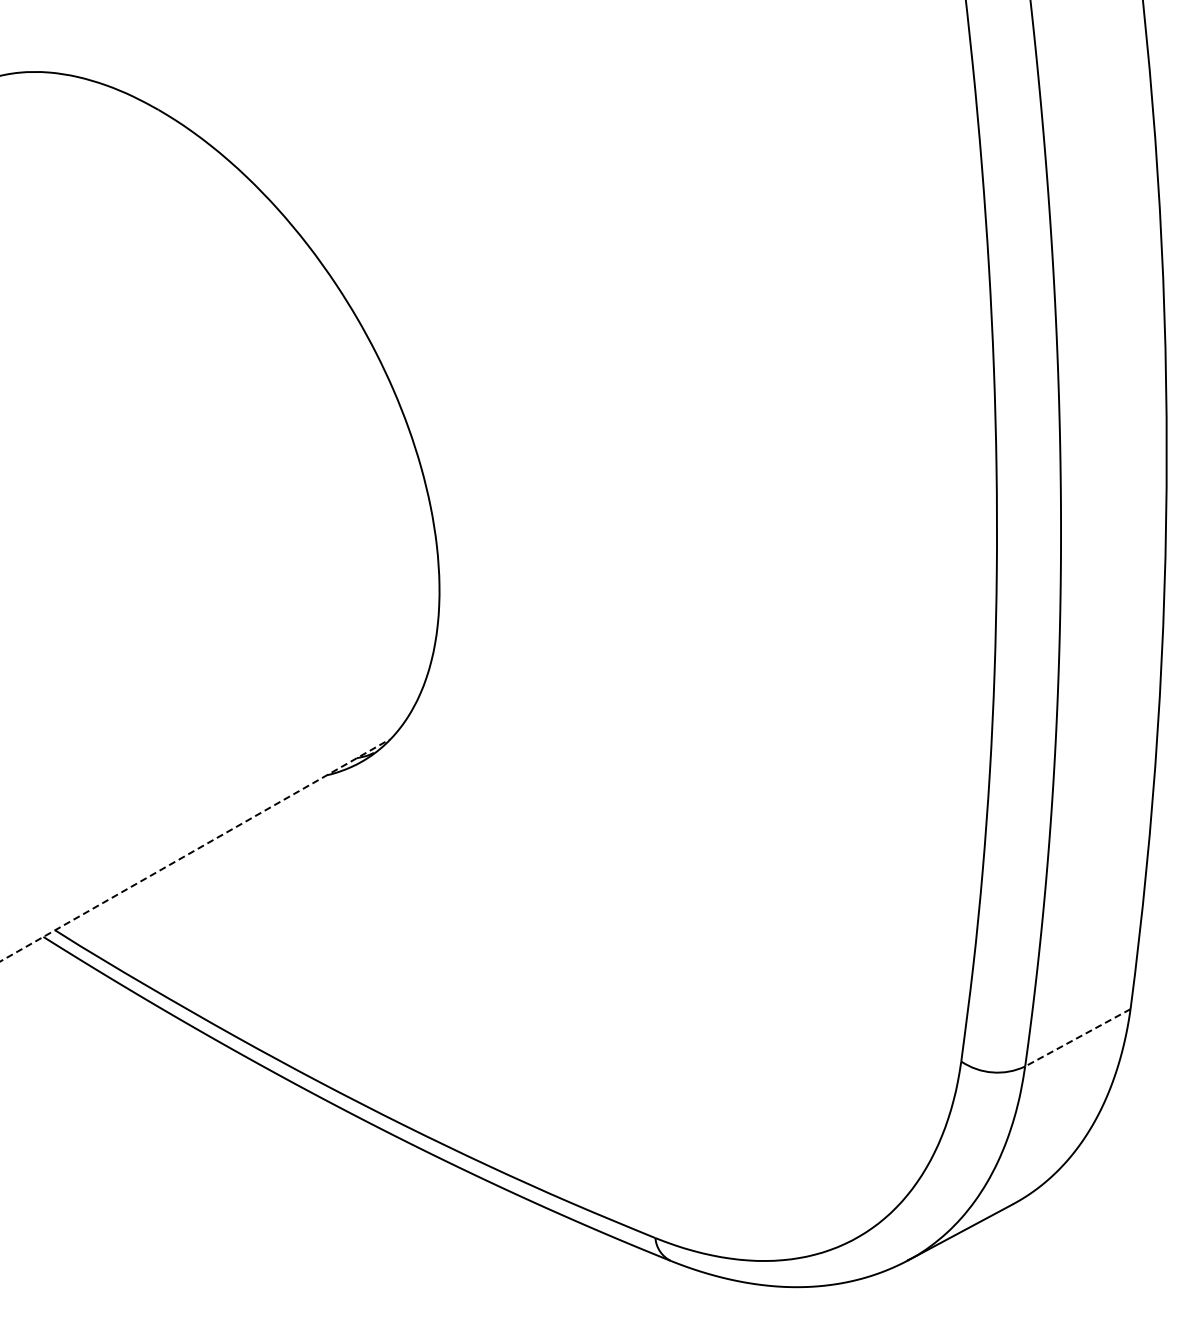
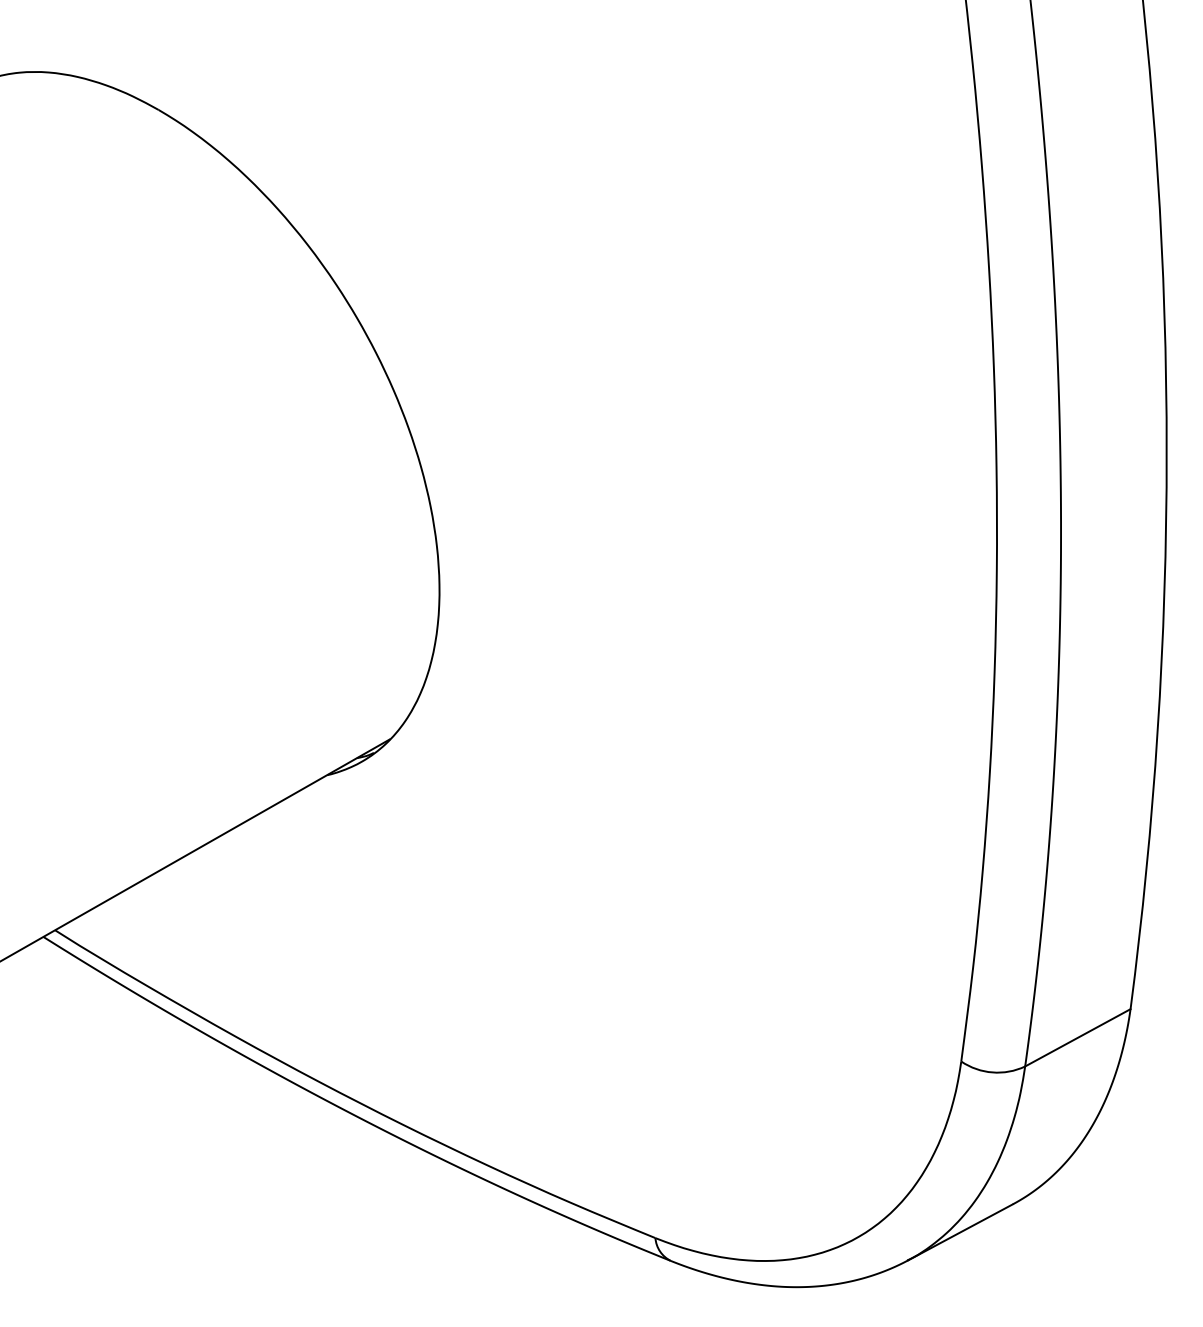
line at (195, 850): dashed -> solid
line at (1077, 1037): dashed -> solid
